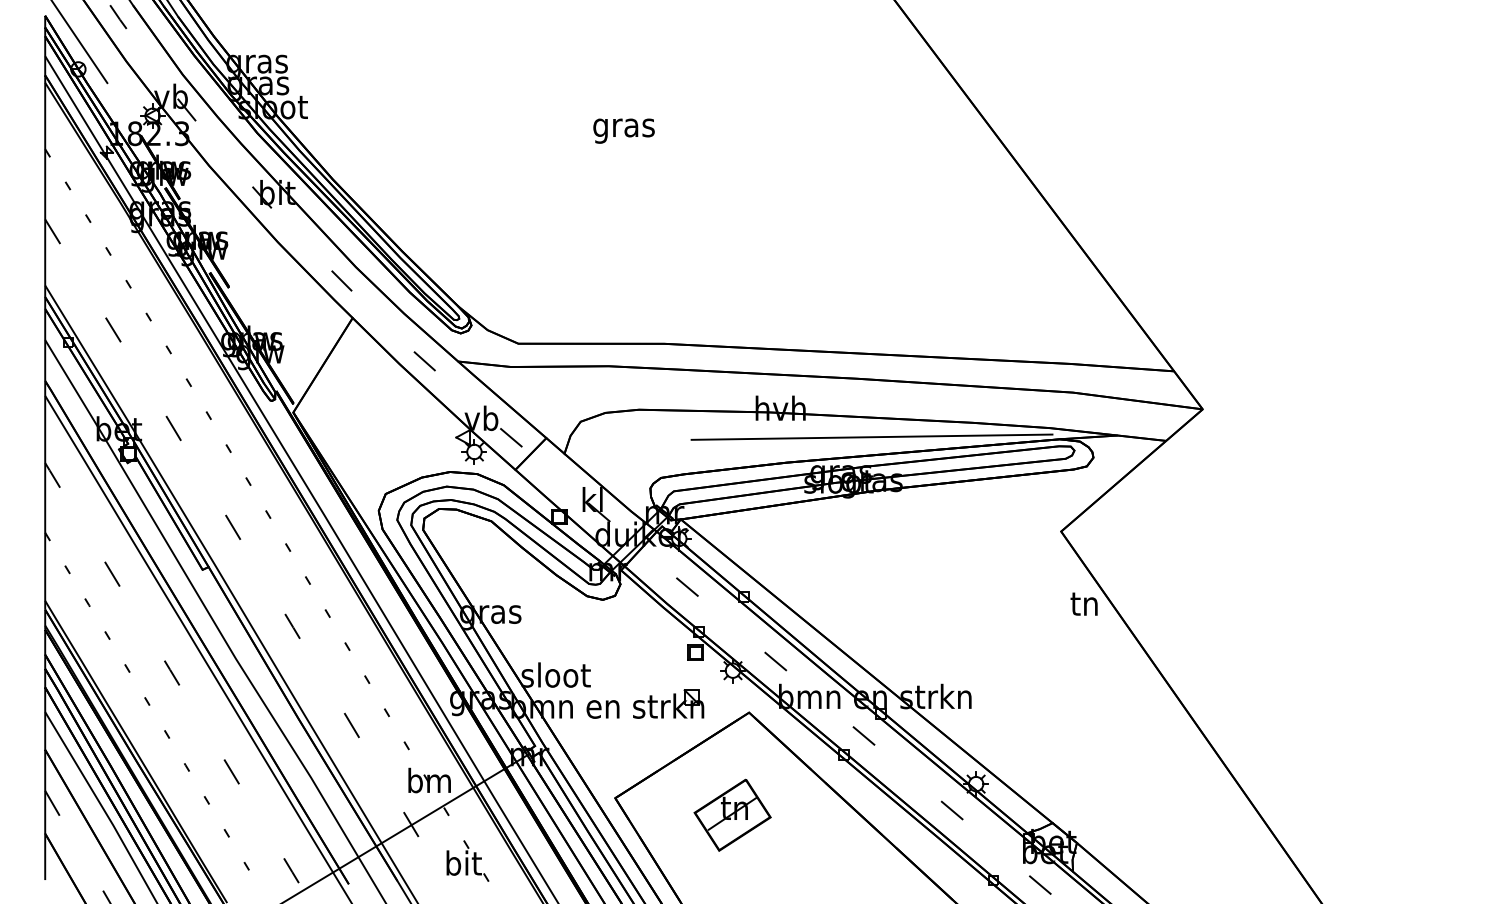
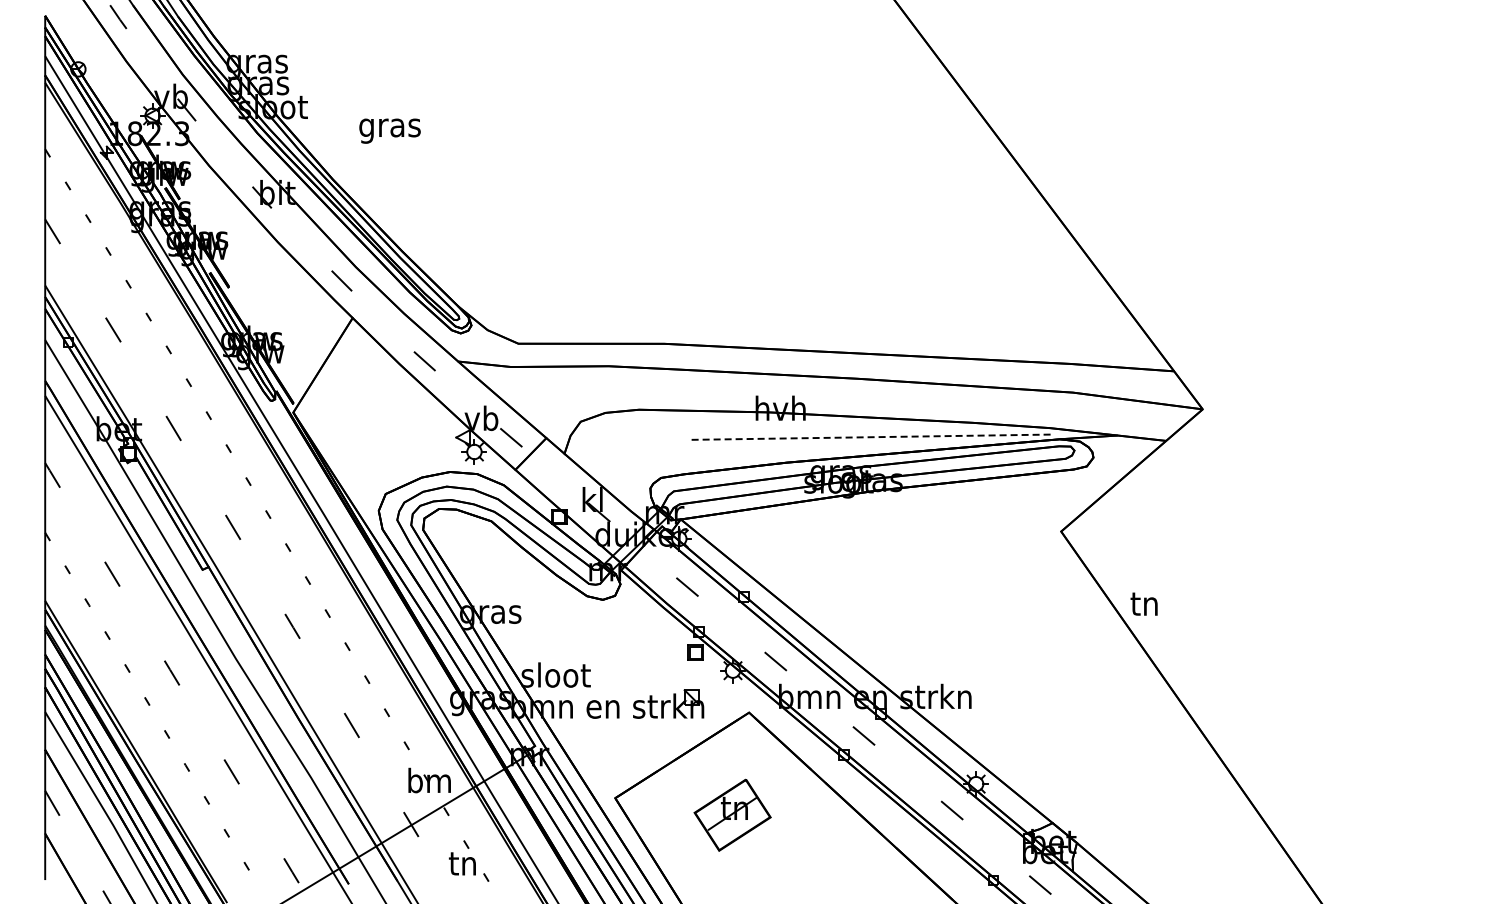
line at (80, 42): present -> none
text at (623, 130) position: (623, 130) -> (389, 130)
line at (872, 437): solid -> dashed
text at (1083, 603) position: (1083, 603) -> (1143, 603)
text at (463, 862): bit -> tn
